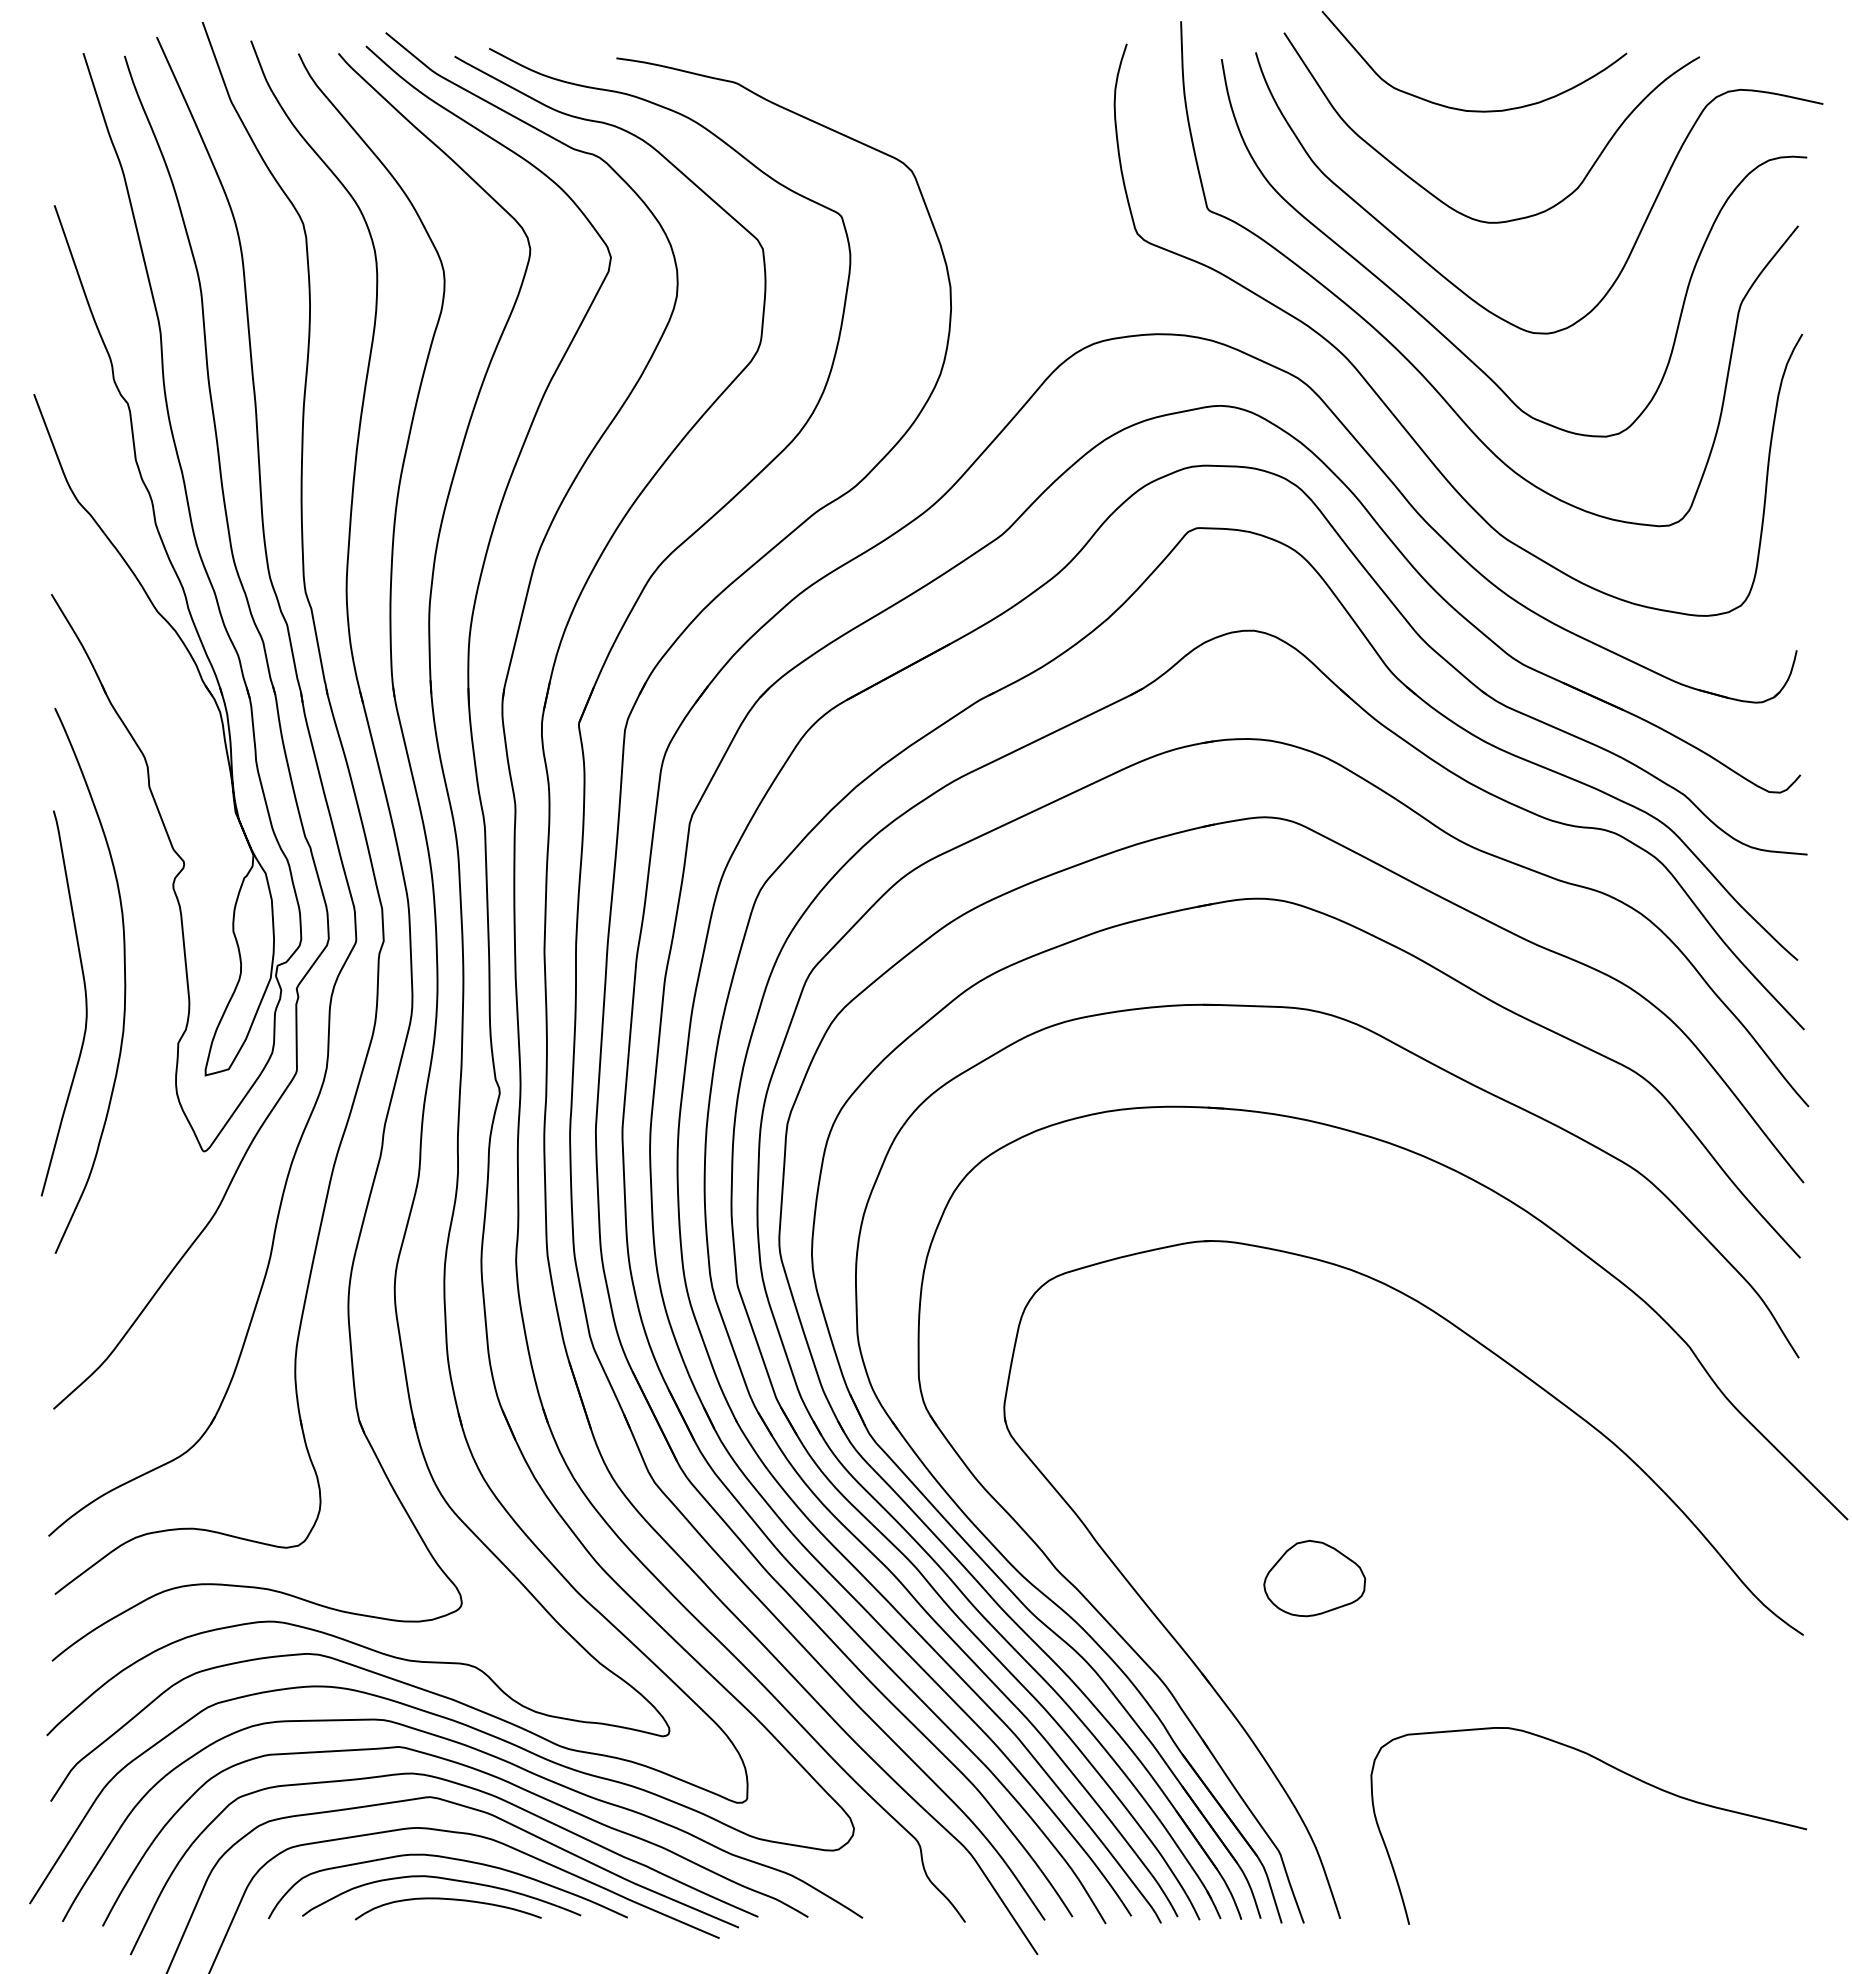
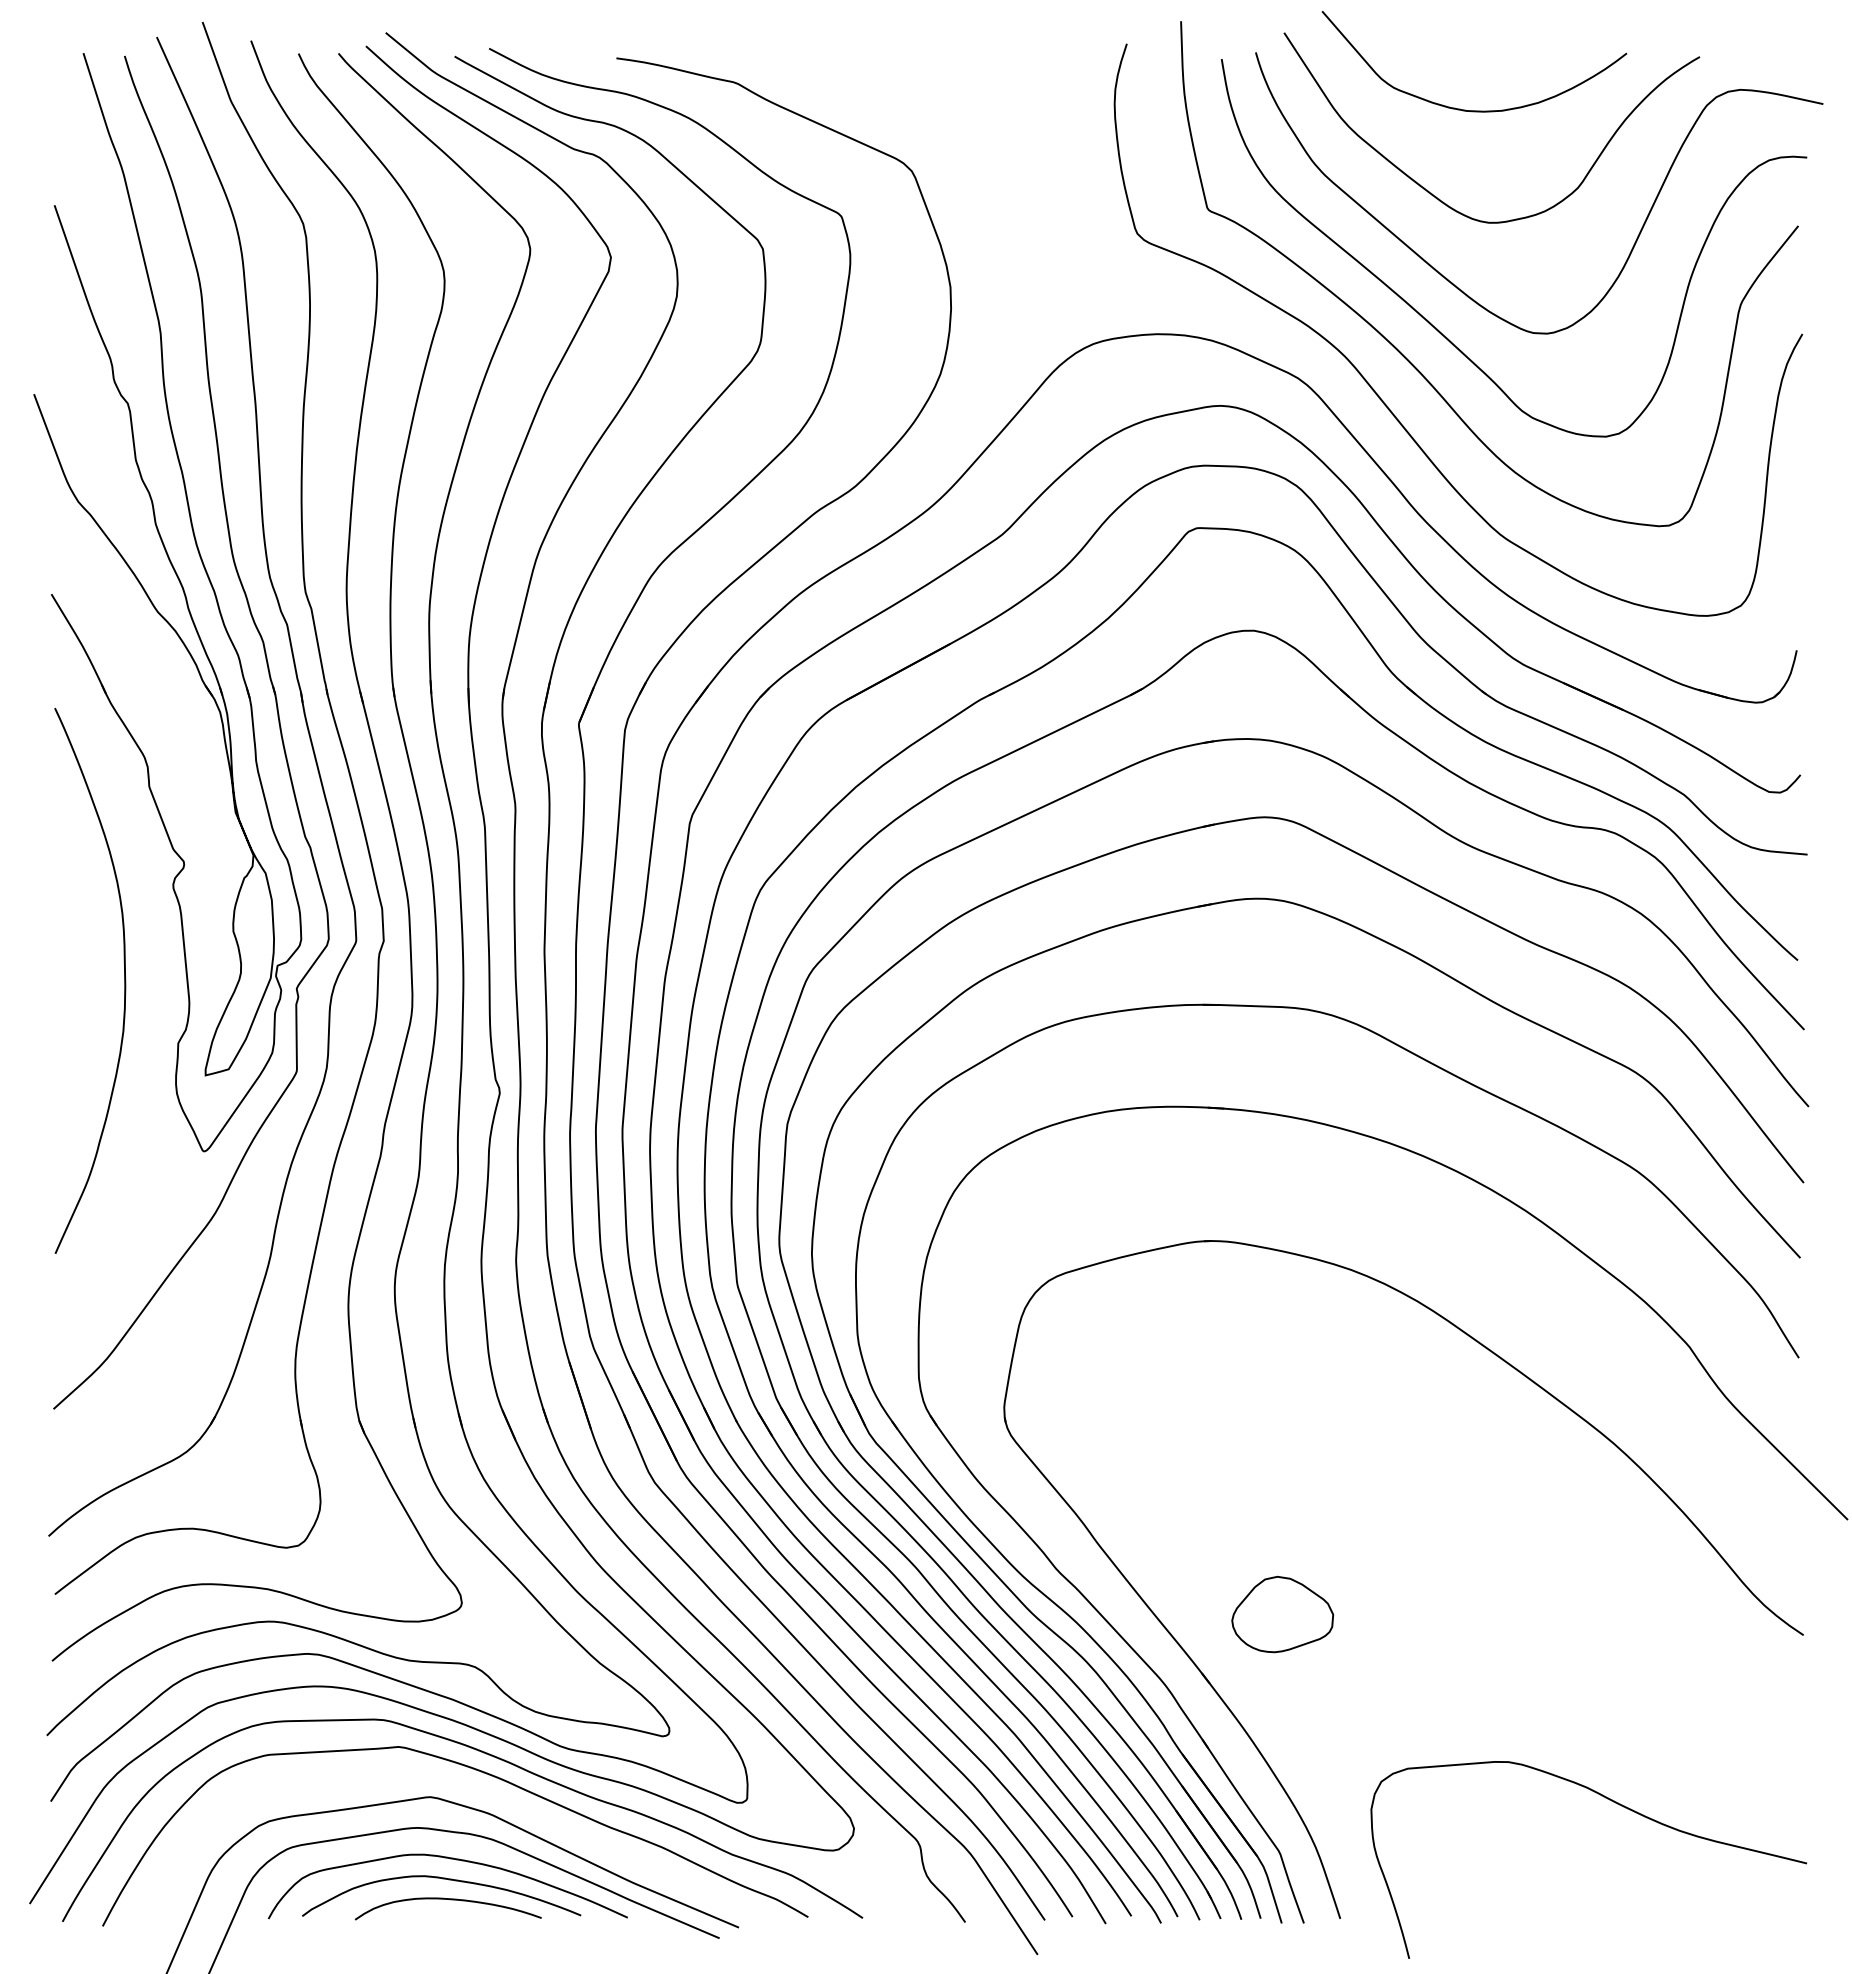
curve at (85, 1003): present -> none
part at (1314, 1578) position: (1314, 1578) -> (1282, 1614)
curve at (1615, 1769) position: (1615, 1769) -> (1615, 1803)
curve at (462, 1786): present -> none
